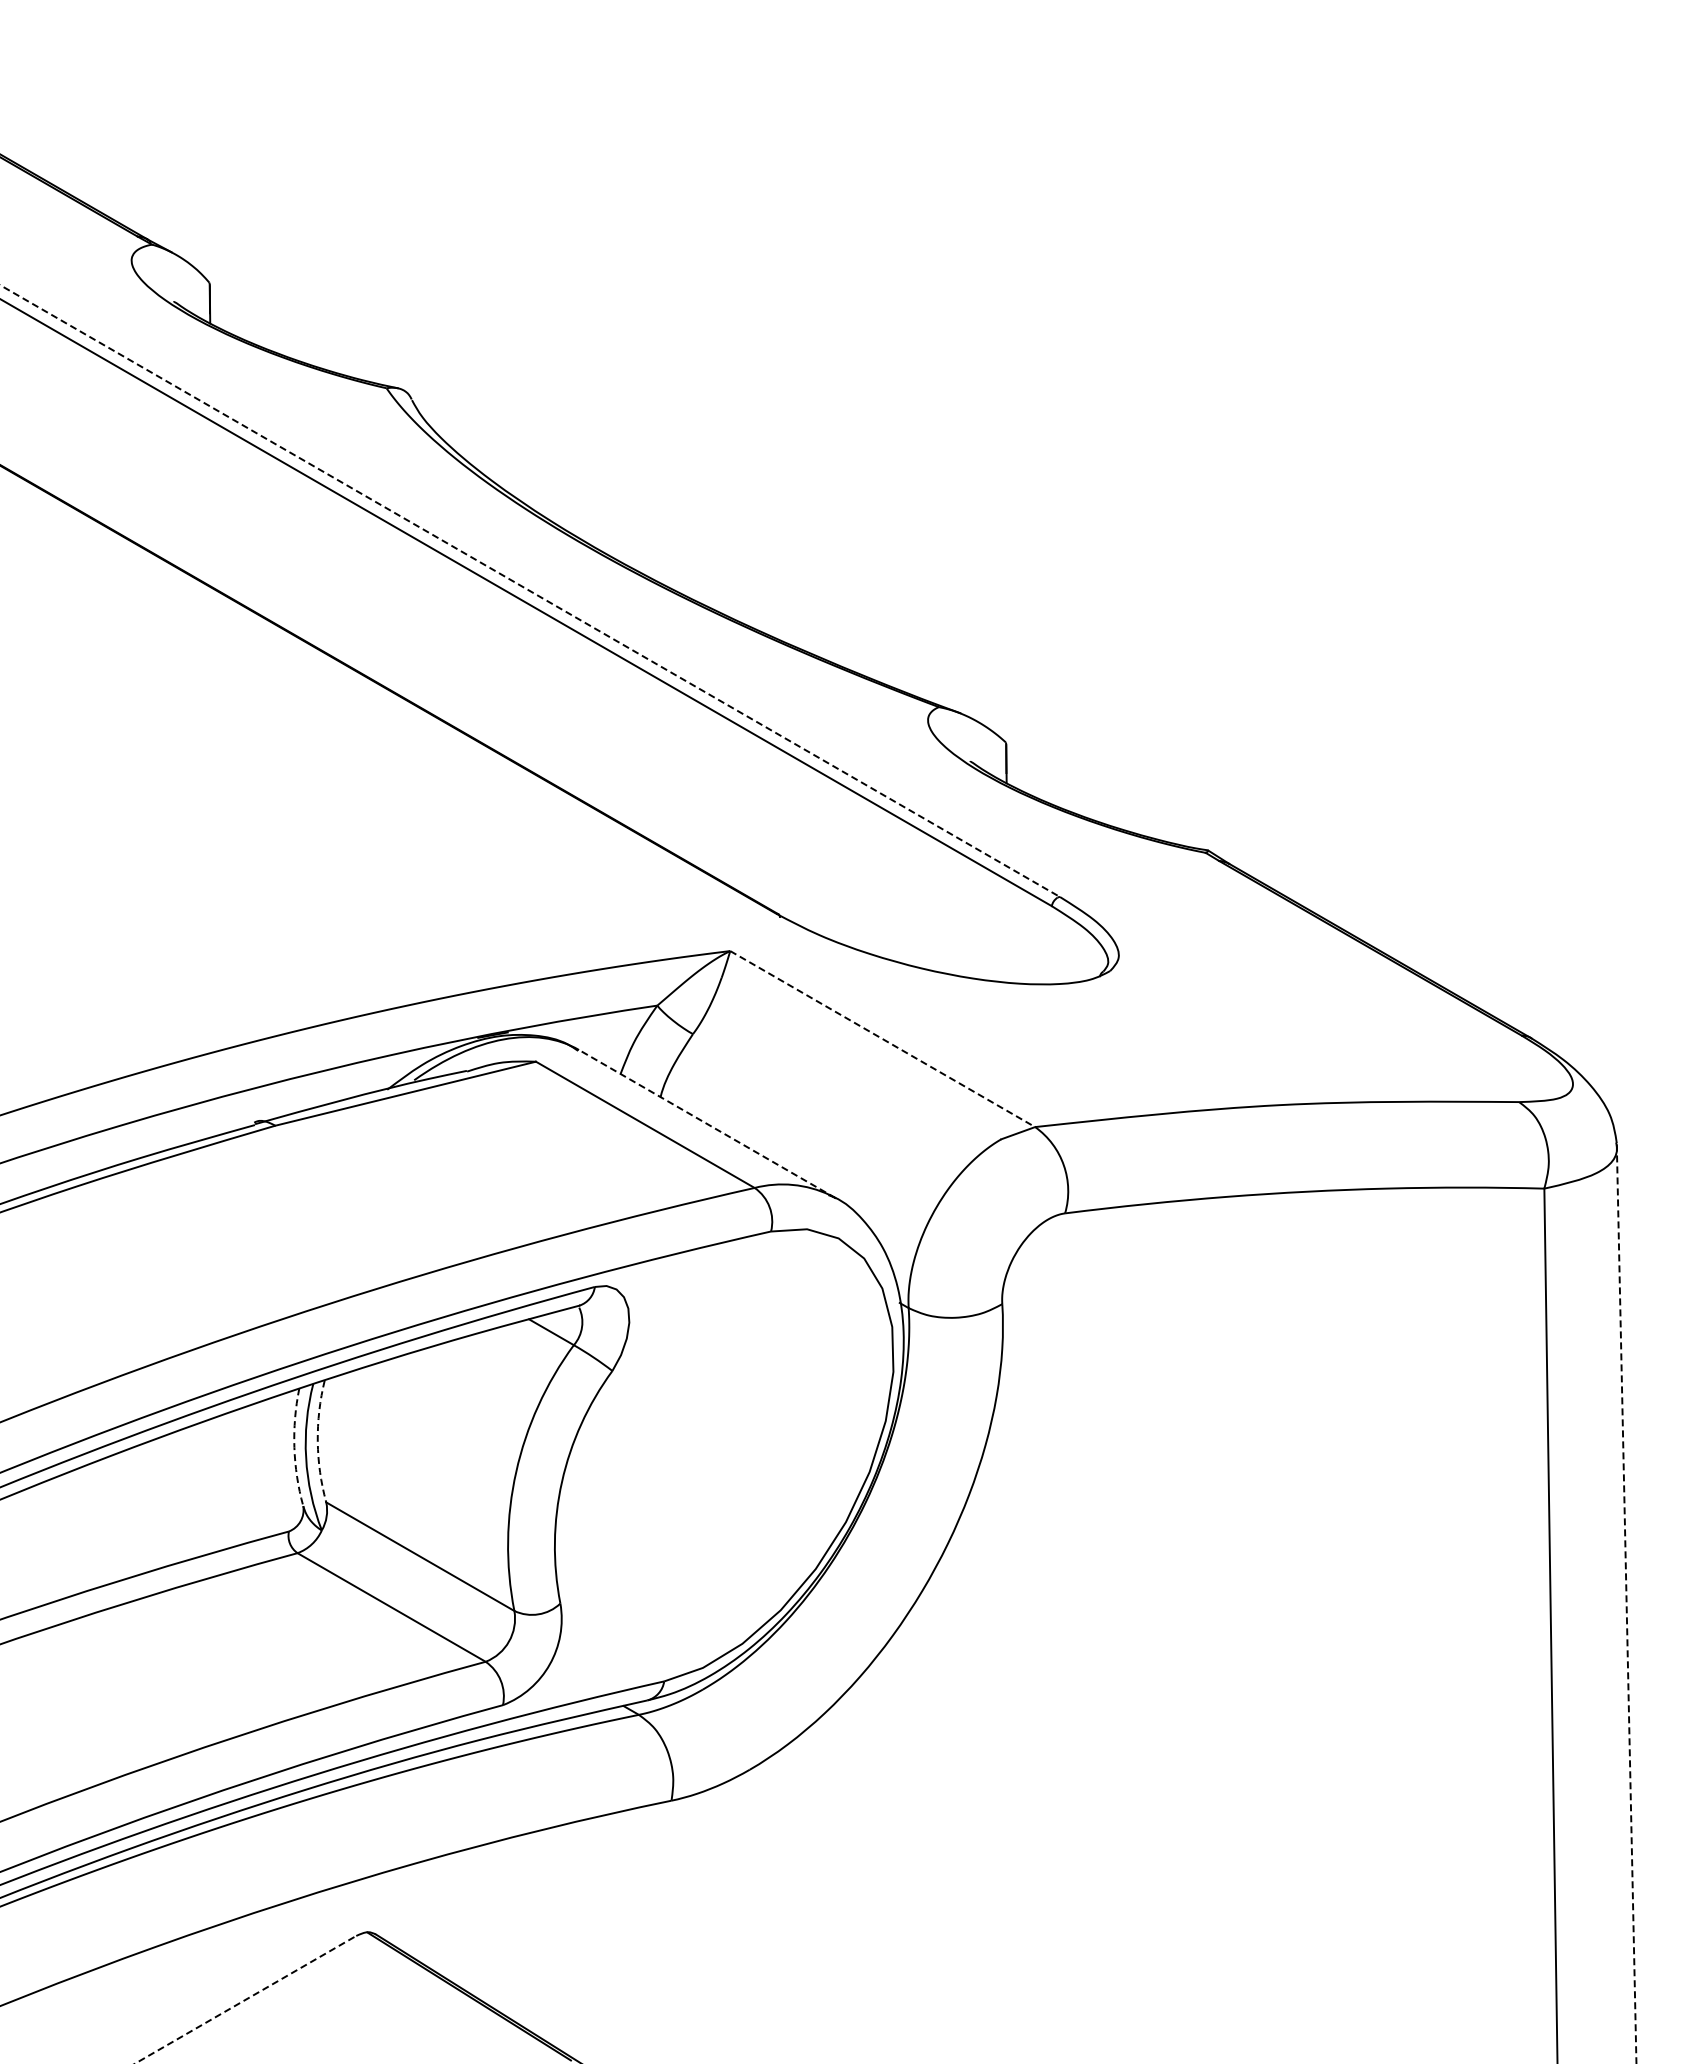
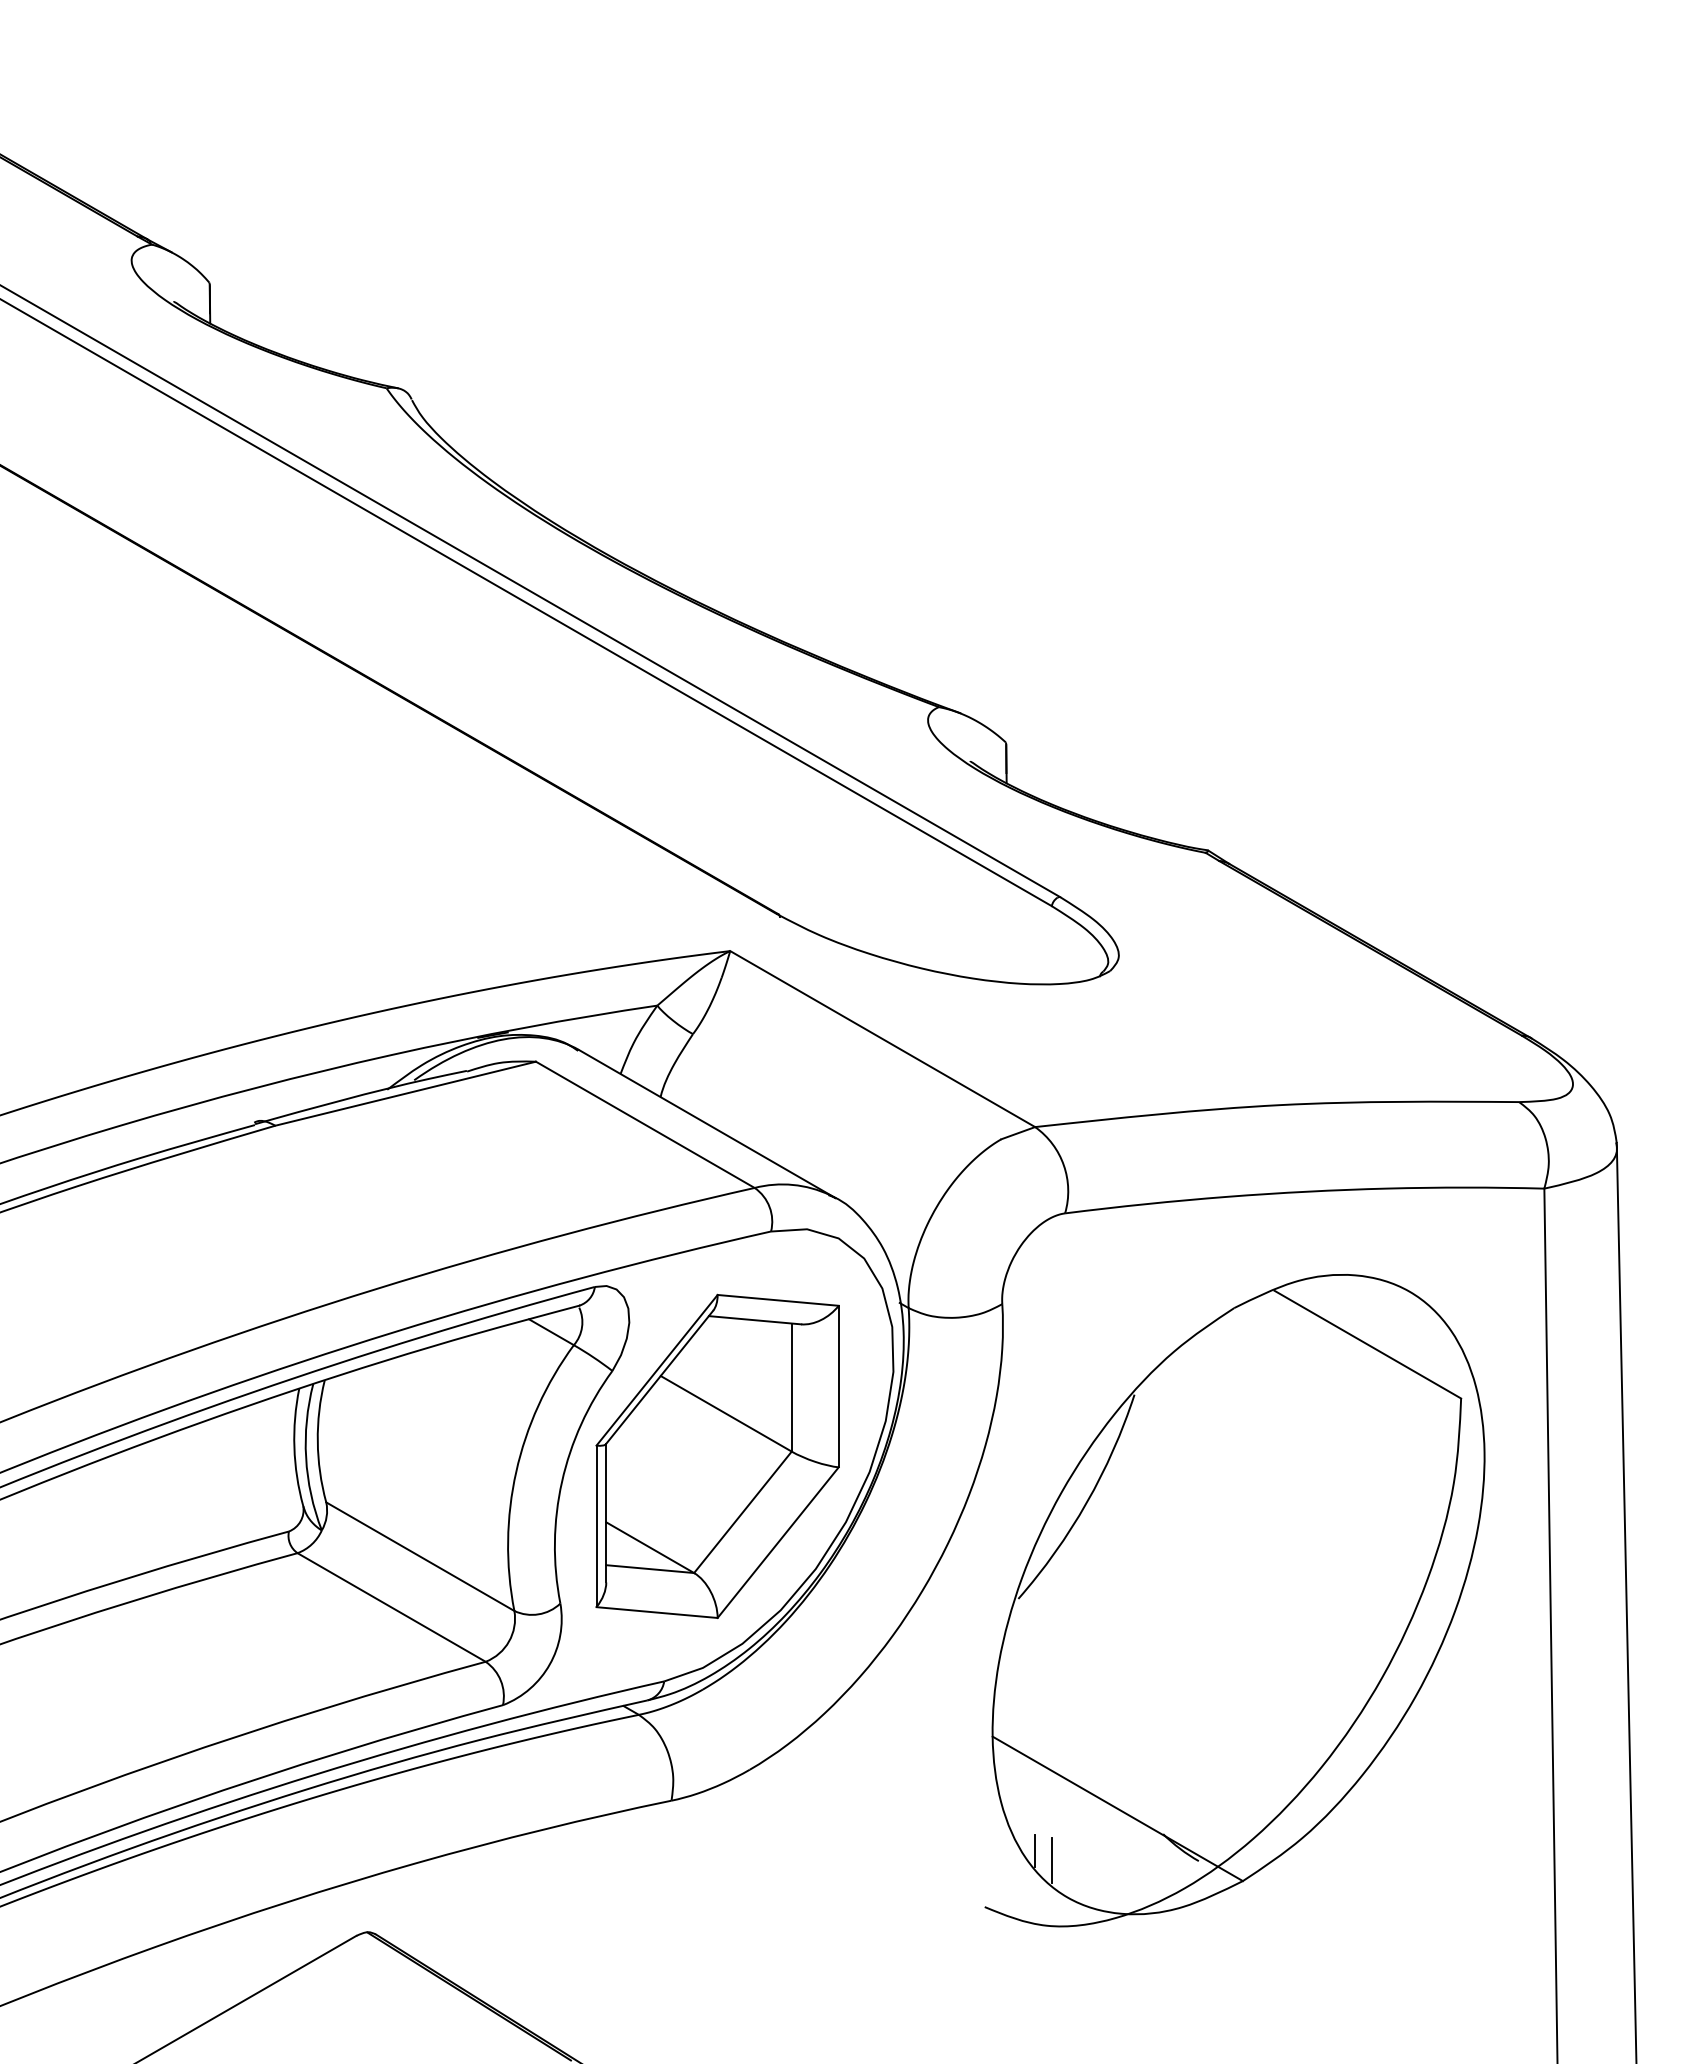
line at (530, 591): dashed -> solid
line at (883, 1039): dashed -> solid
line at (706, 1123): dashed -> solid
arc at (317, 1441): dashed -> solid
arc at (294, 1447): dashed -> solid
part at (717, 1455): none -> present
part at (1234, 1600): none -> present
line at (1626, 1602): dashed -> solid
line at (245, 1999): dashed -> solid
